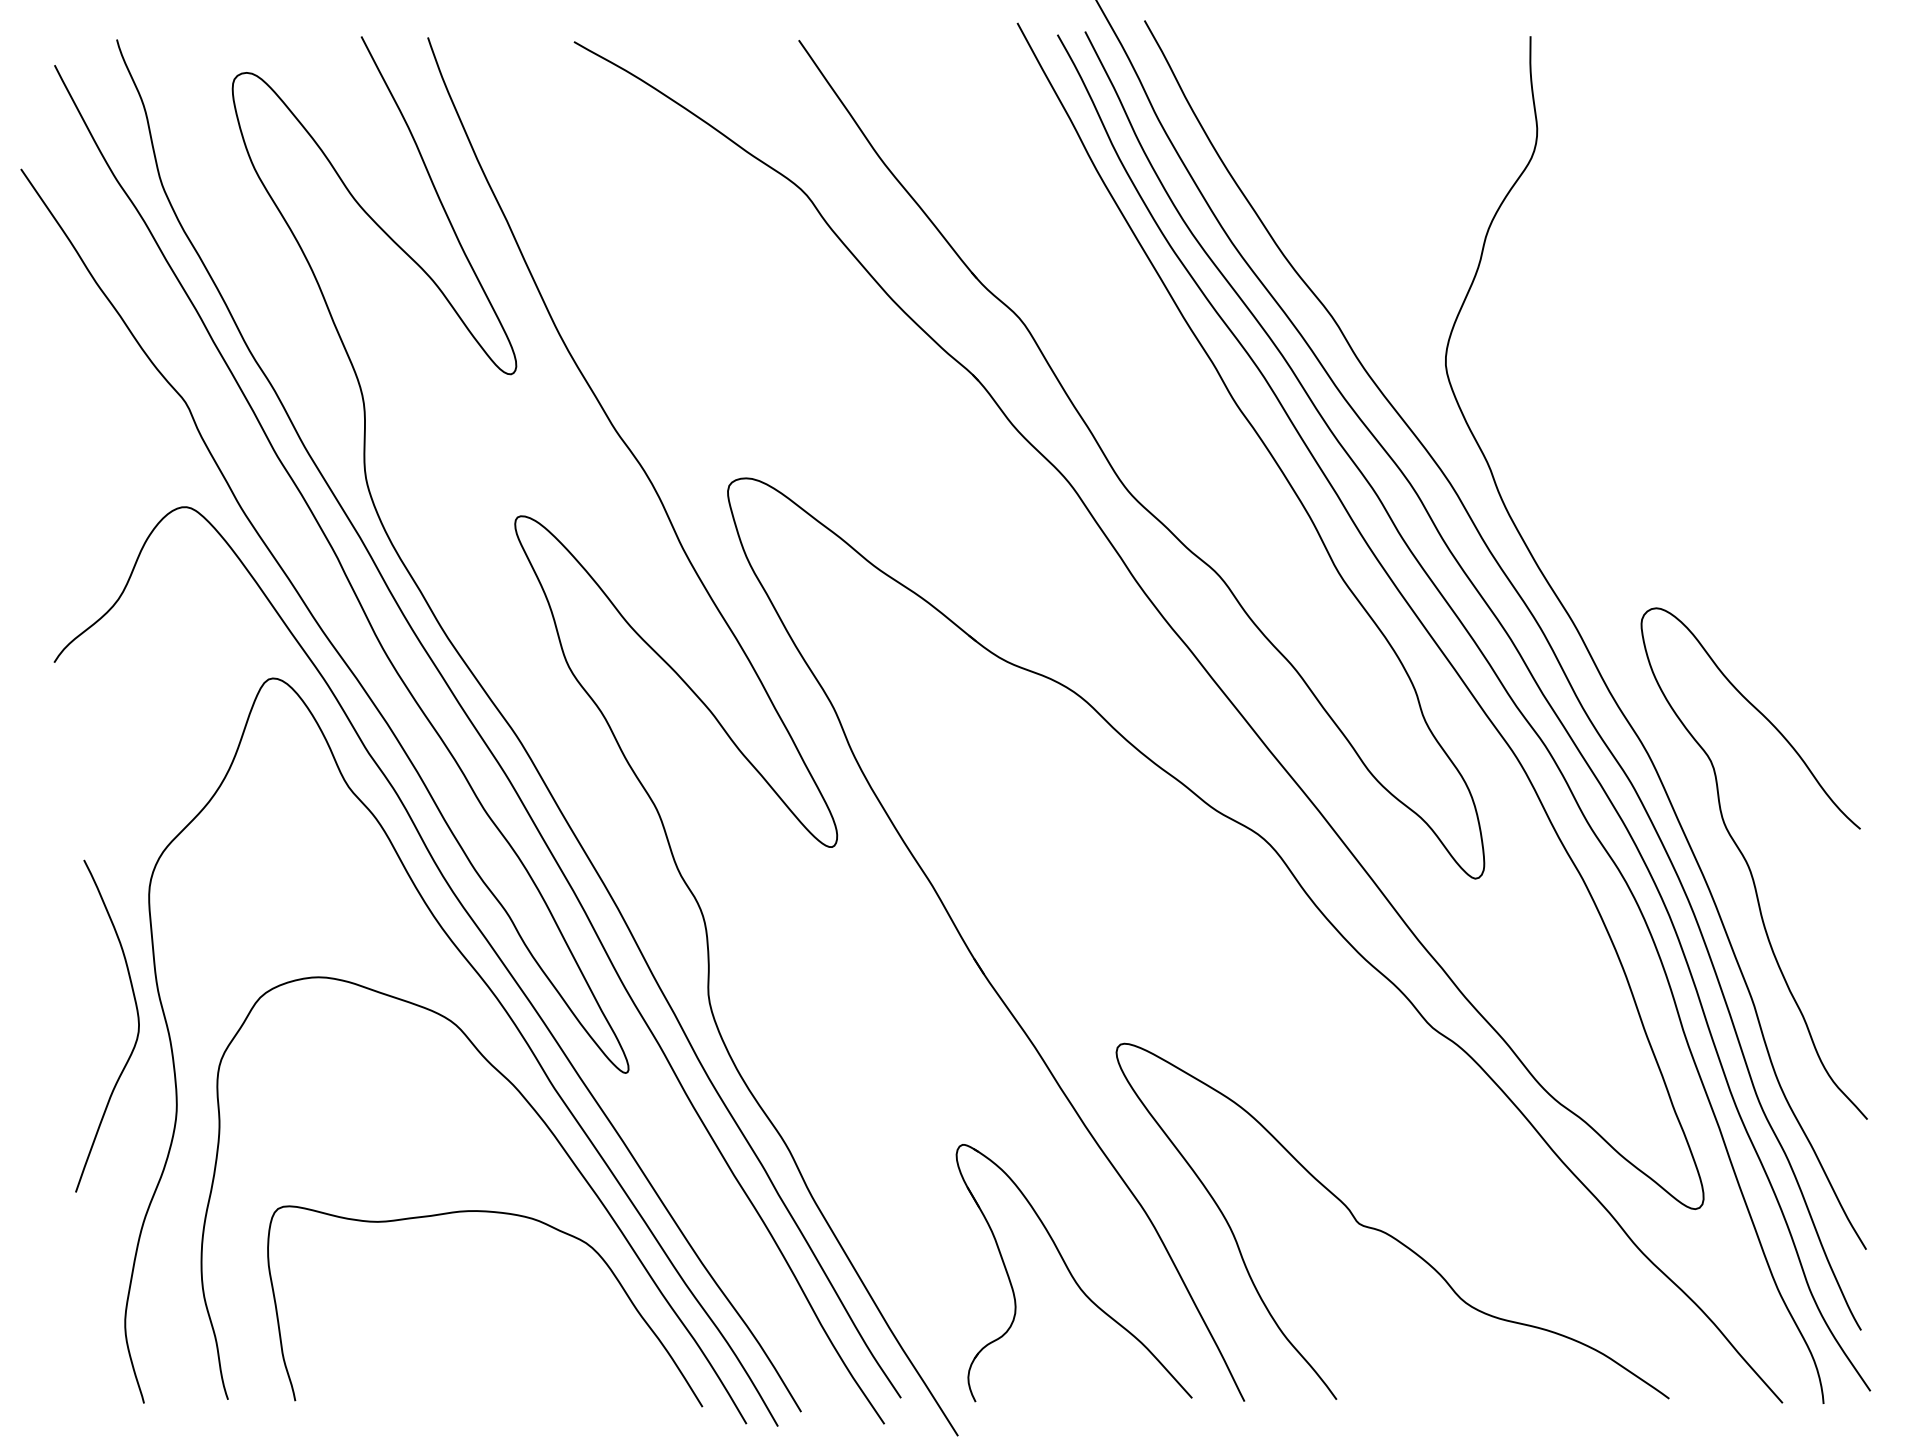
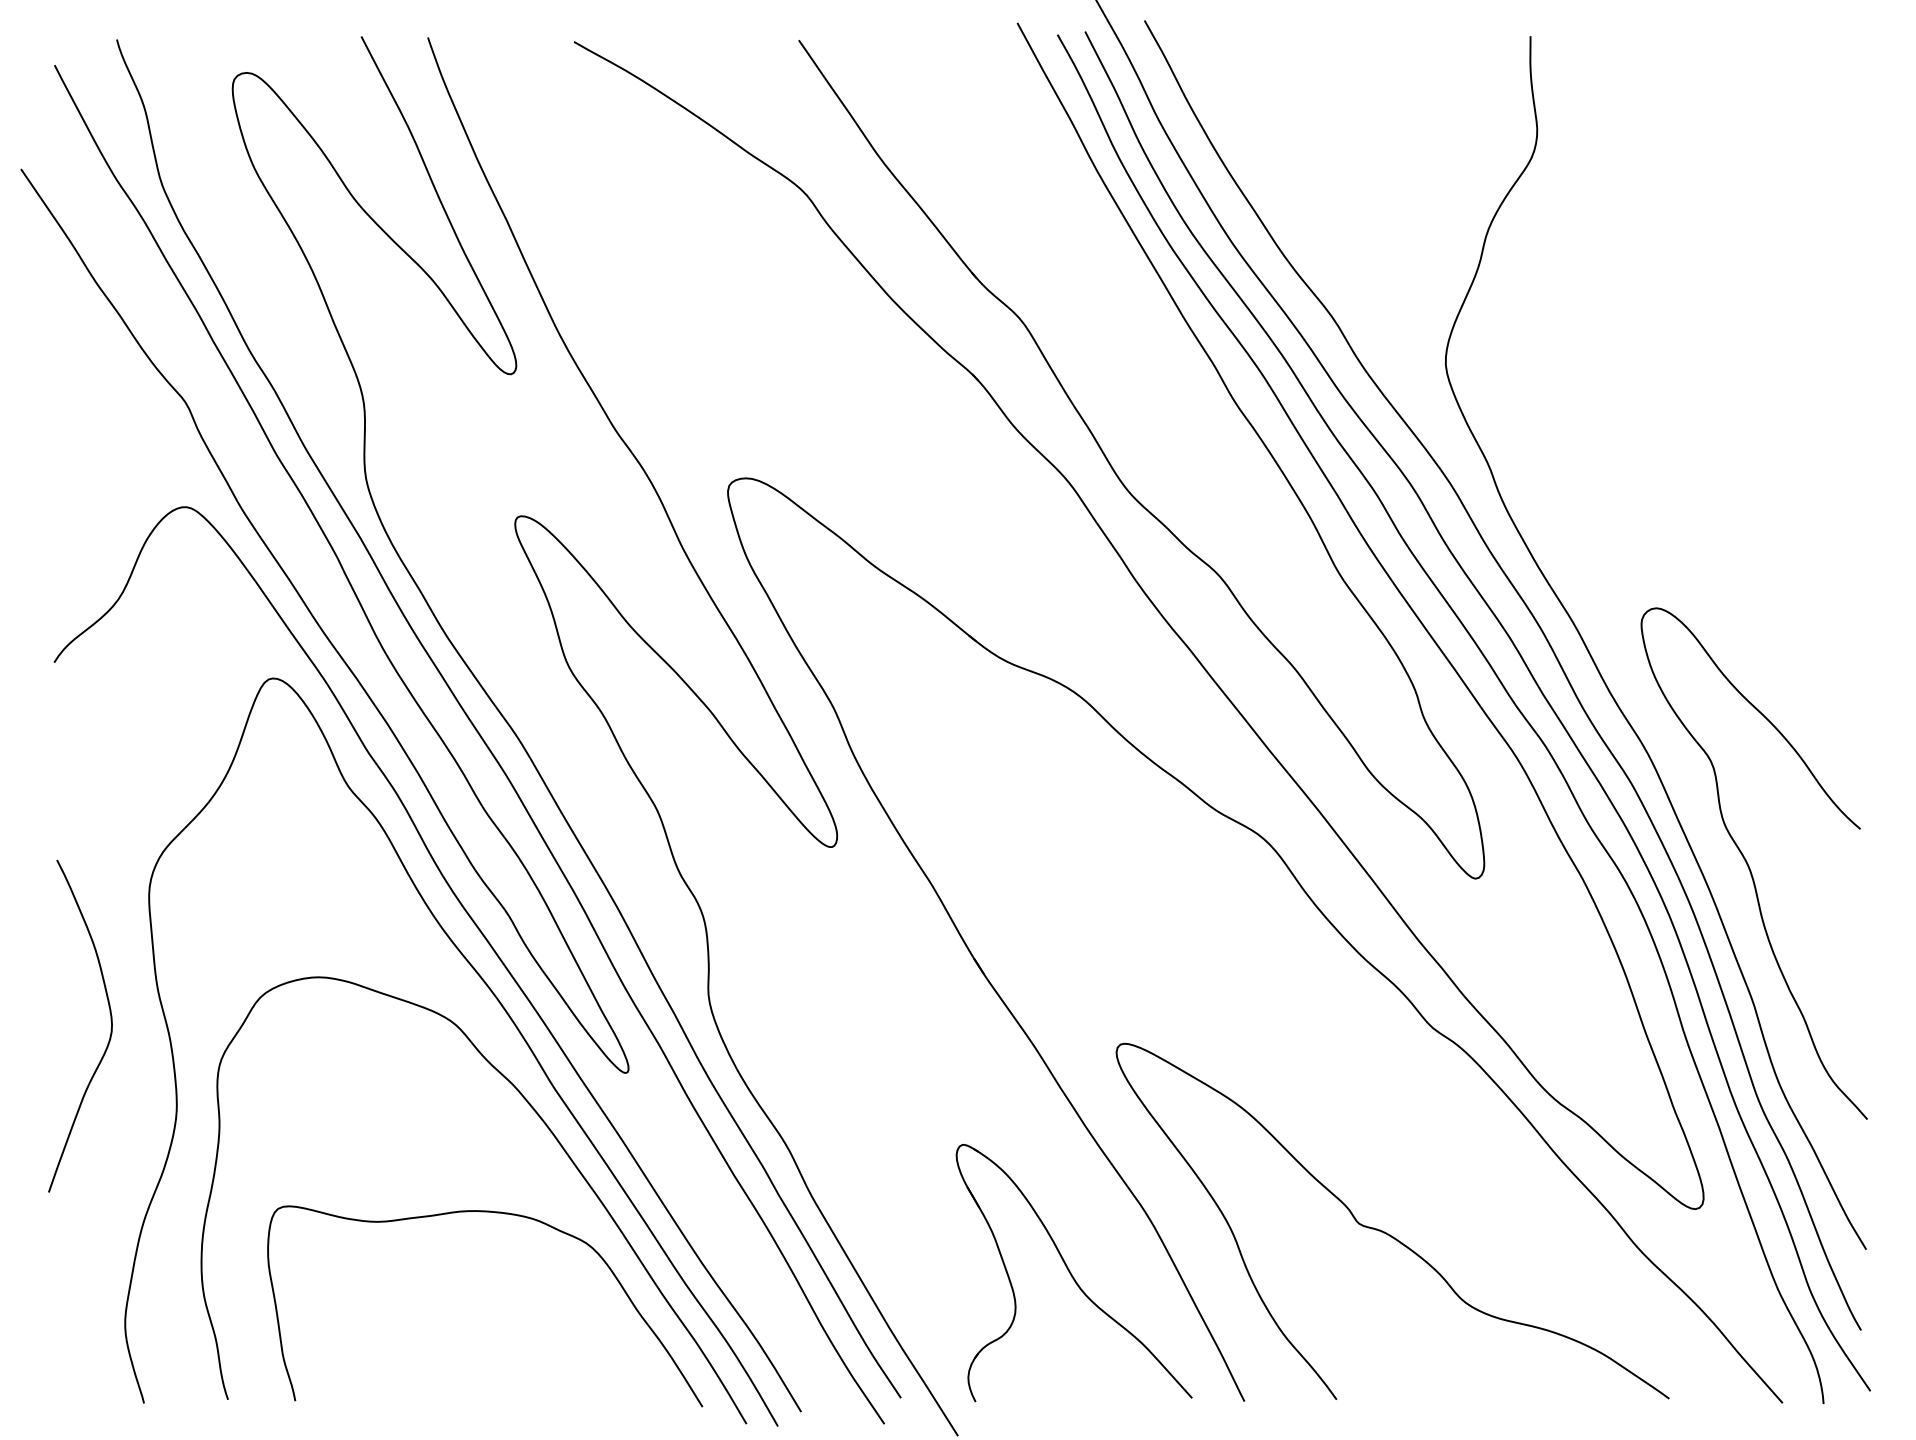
curve at (137, 1021) position: (137, 1021) -> (110, 1021)
